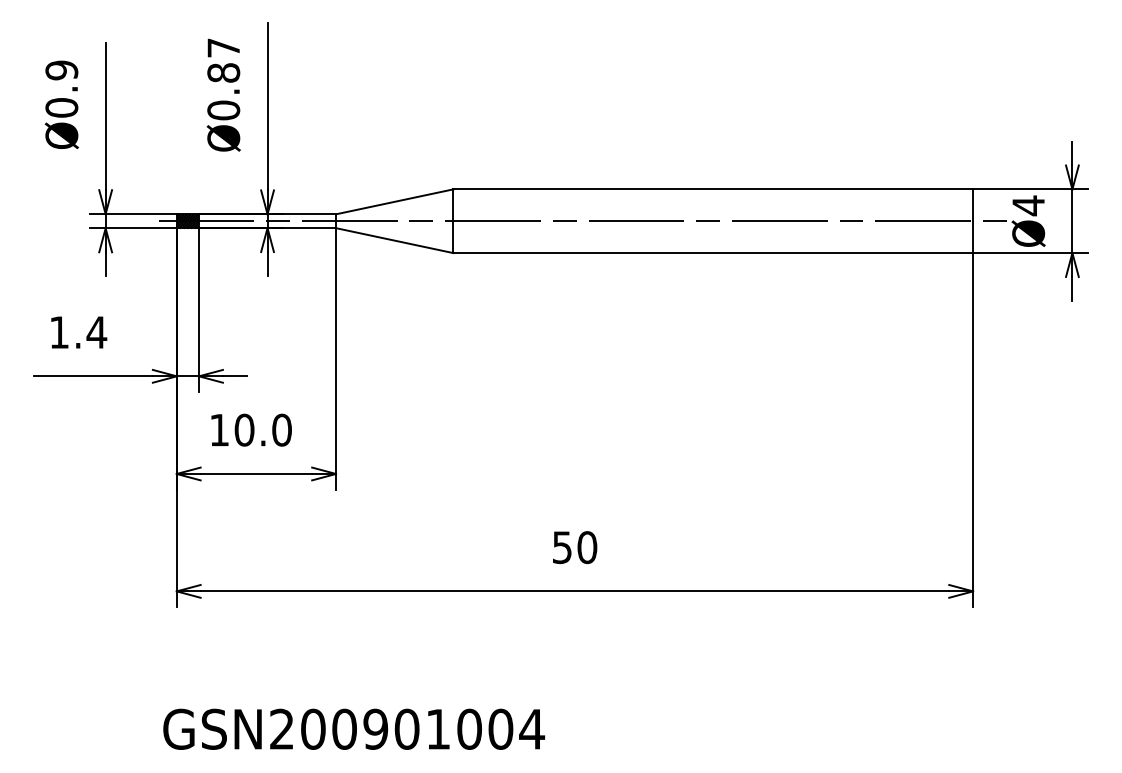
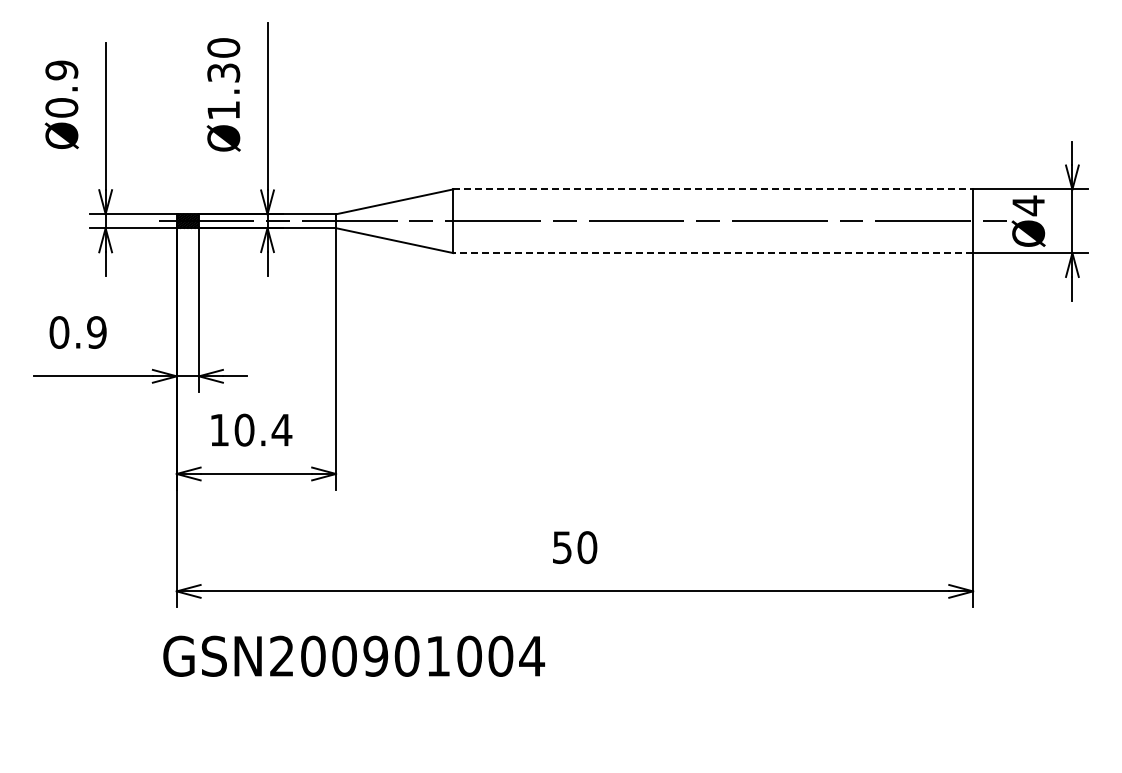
text at (223, 79): Ø0.87 -> Ø1.30
line at (713, 189): solid -> dashed
line at (713, 253): solid -> dashed
text at (78, 332): 1.4 -> 0.9
text at (281, 429): 10.0 -> 10.4
text at (353, 728) position: (353, 728) -> (353, 655)
